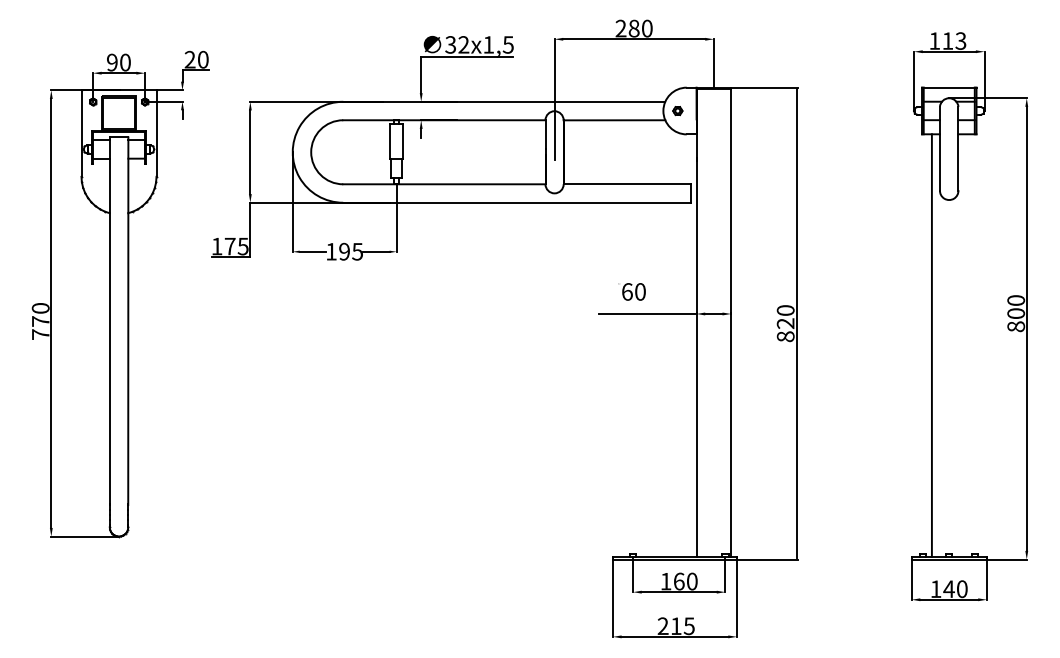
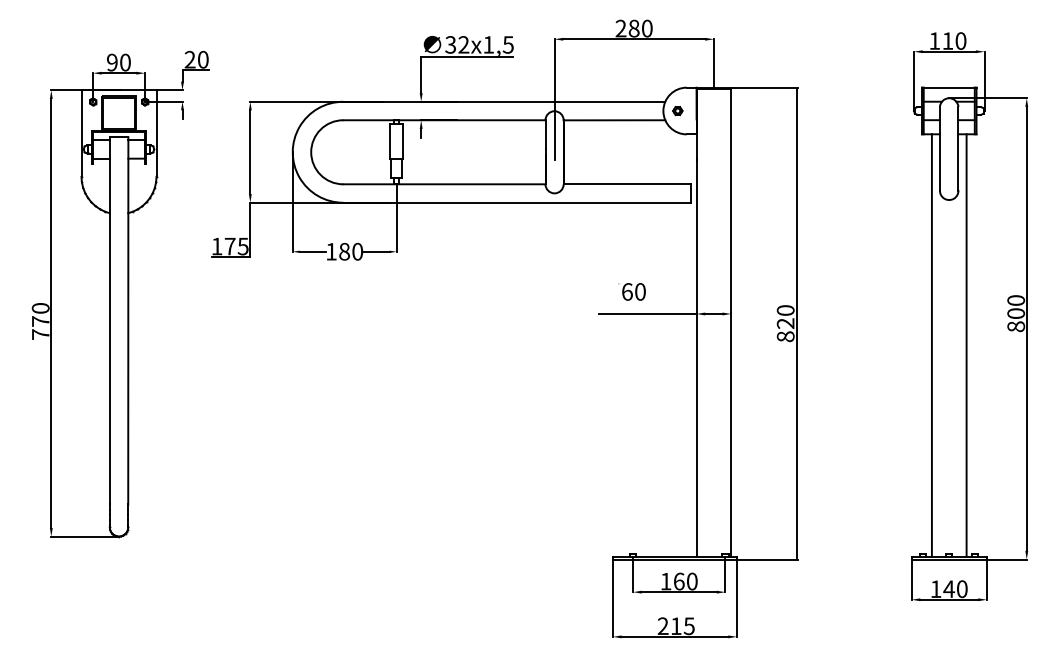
text at (960, 40): 113 -> 110
text at (351, 251): 195 -> 180
line at (966, 345): none -> present
